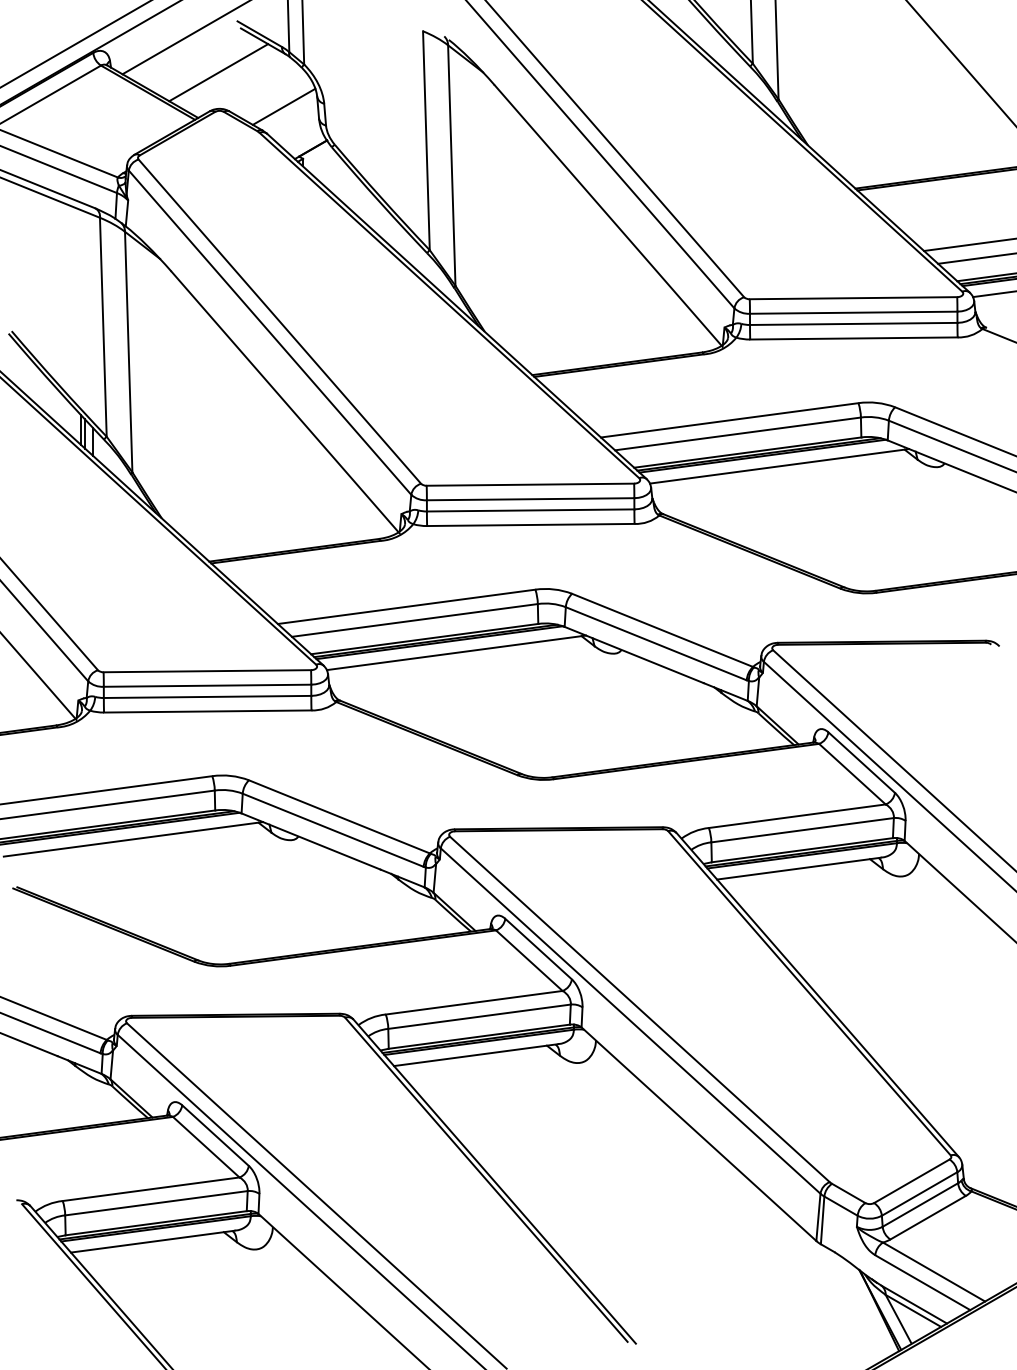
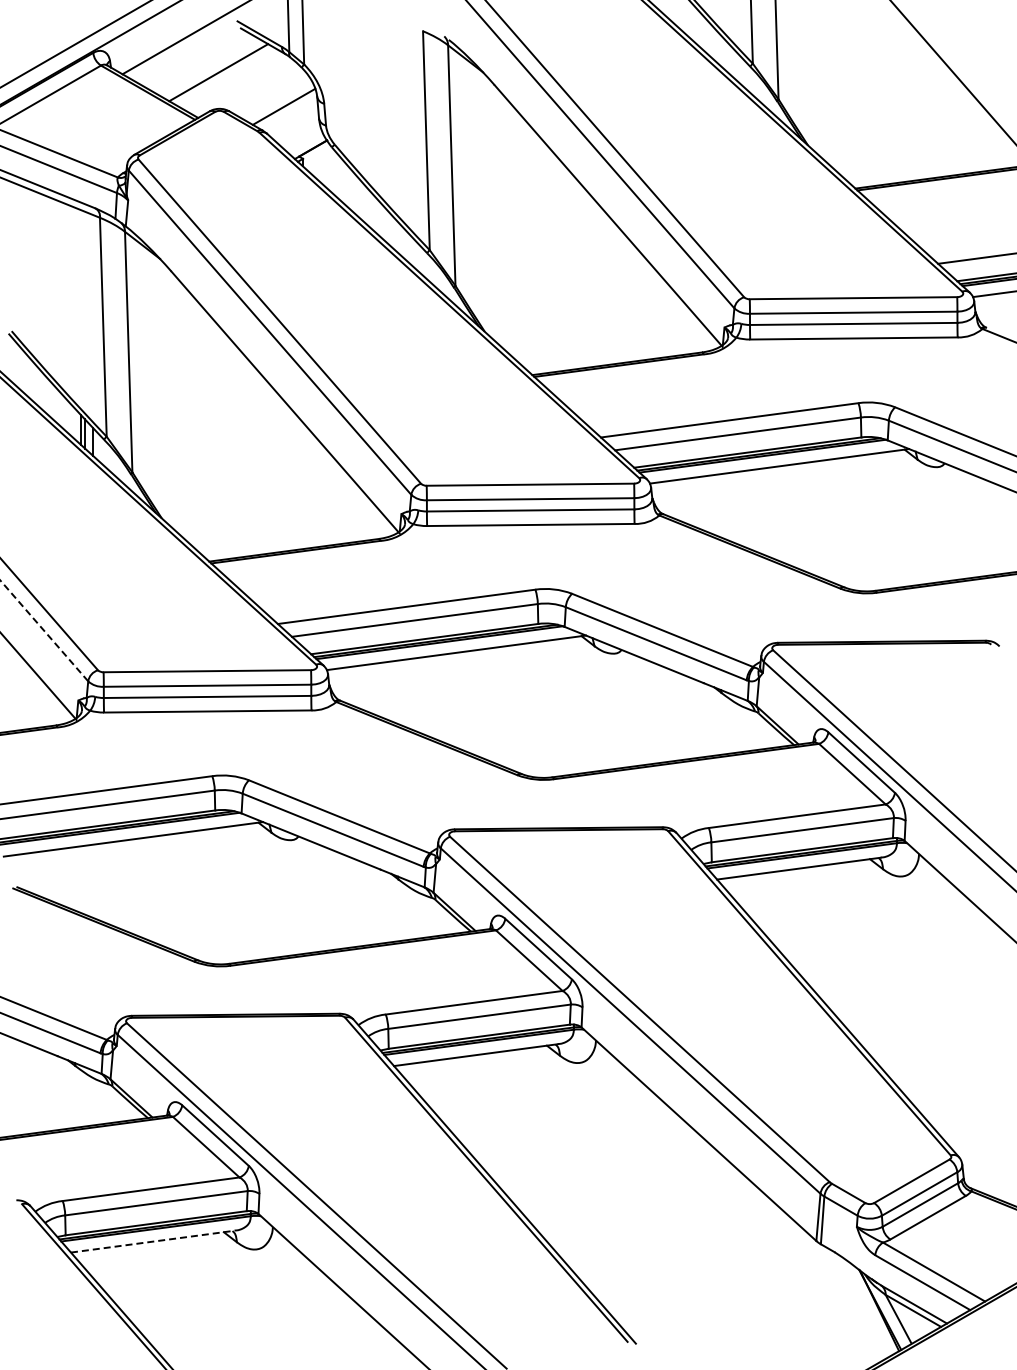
line at (960, 62) position: (960, 62) -> (952, 72)
line at (968, 244): present -> none
line at (44, 630): solid -> dashed
line at (152, 1241): solid -> dashed
